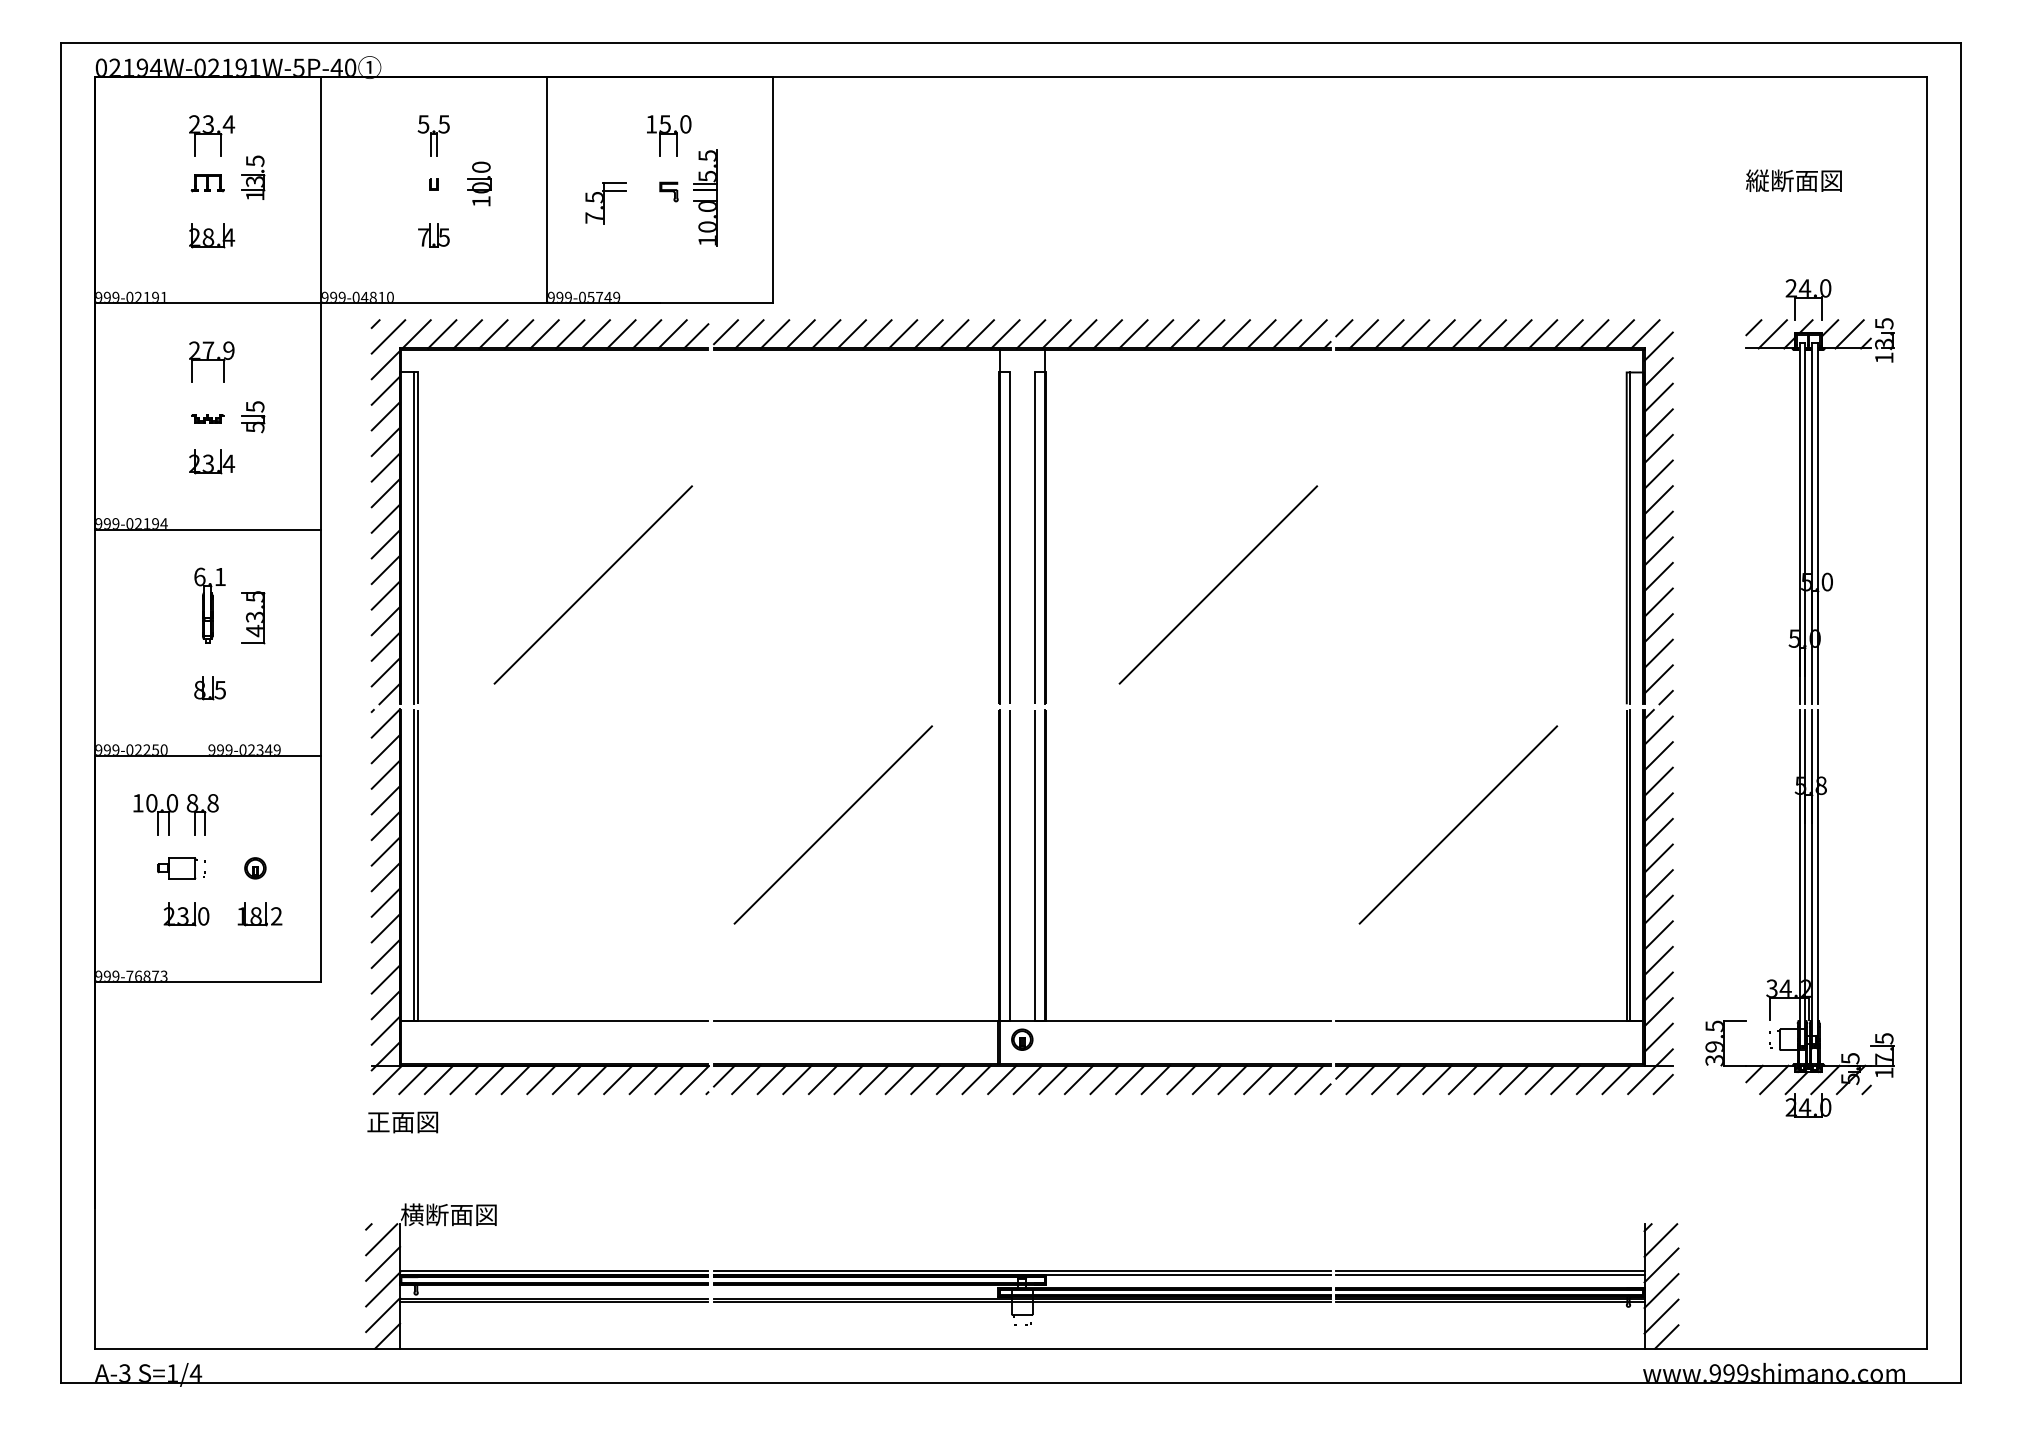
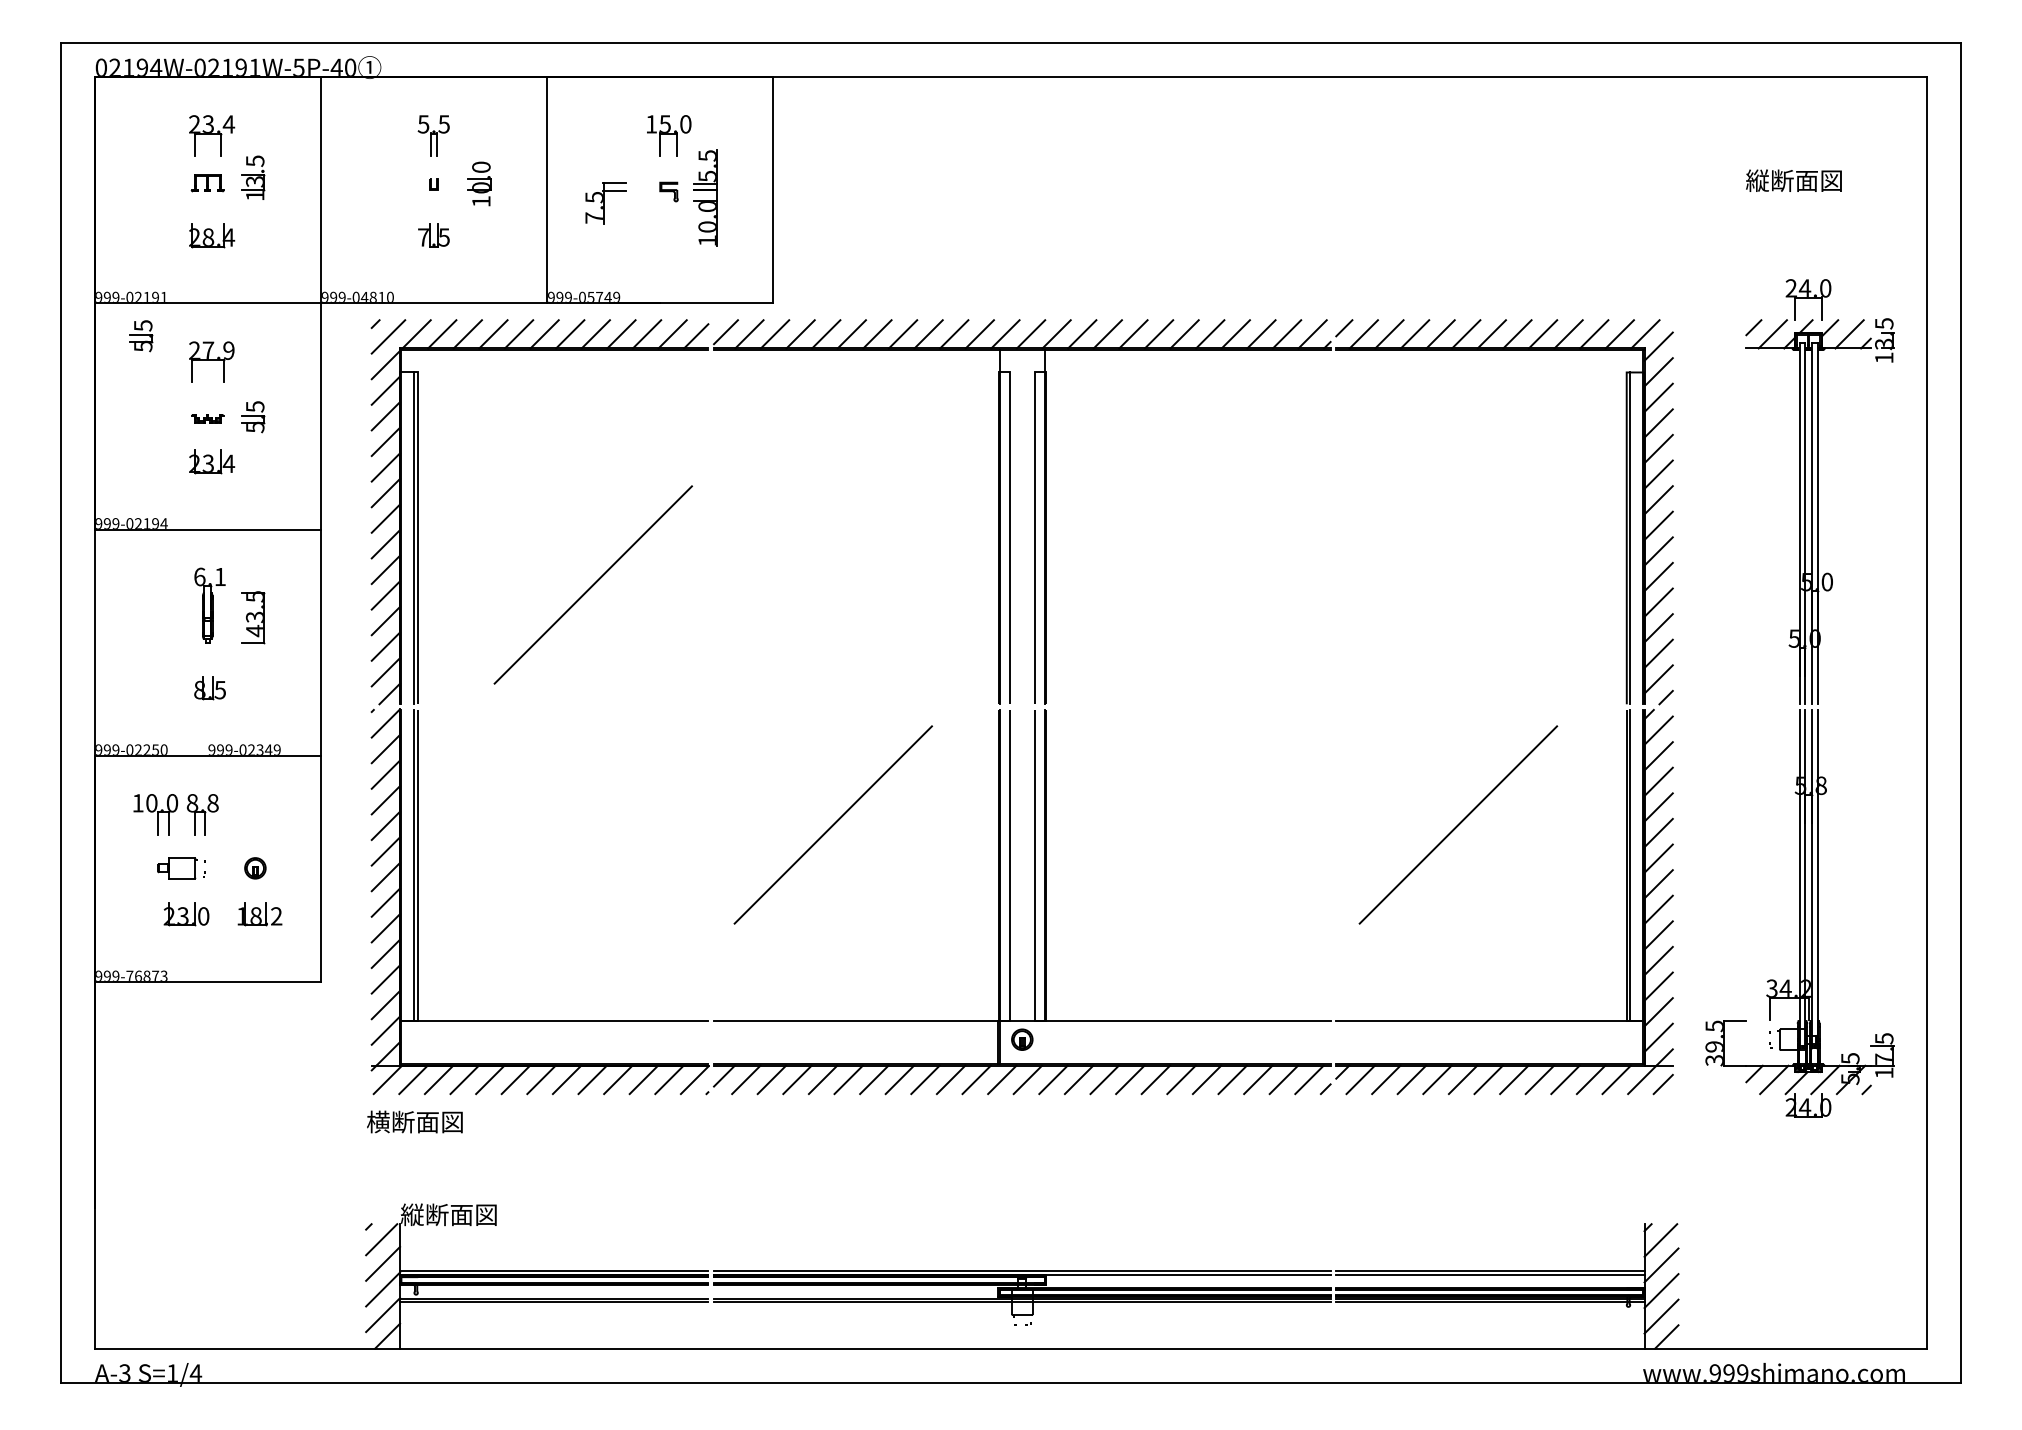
part at (141, 336): none -> present
line at (1218, 584): present -> none
text at (414, 1121): 正面図 -> 横断面図
text at (412, 1214): 横断面図 -> 縦断面図
